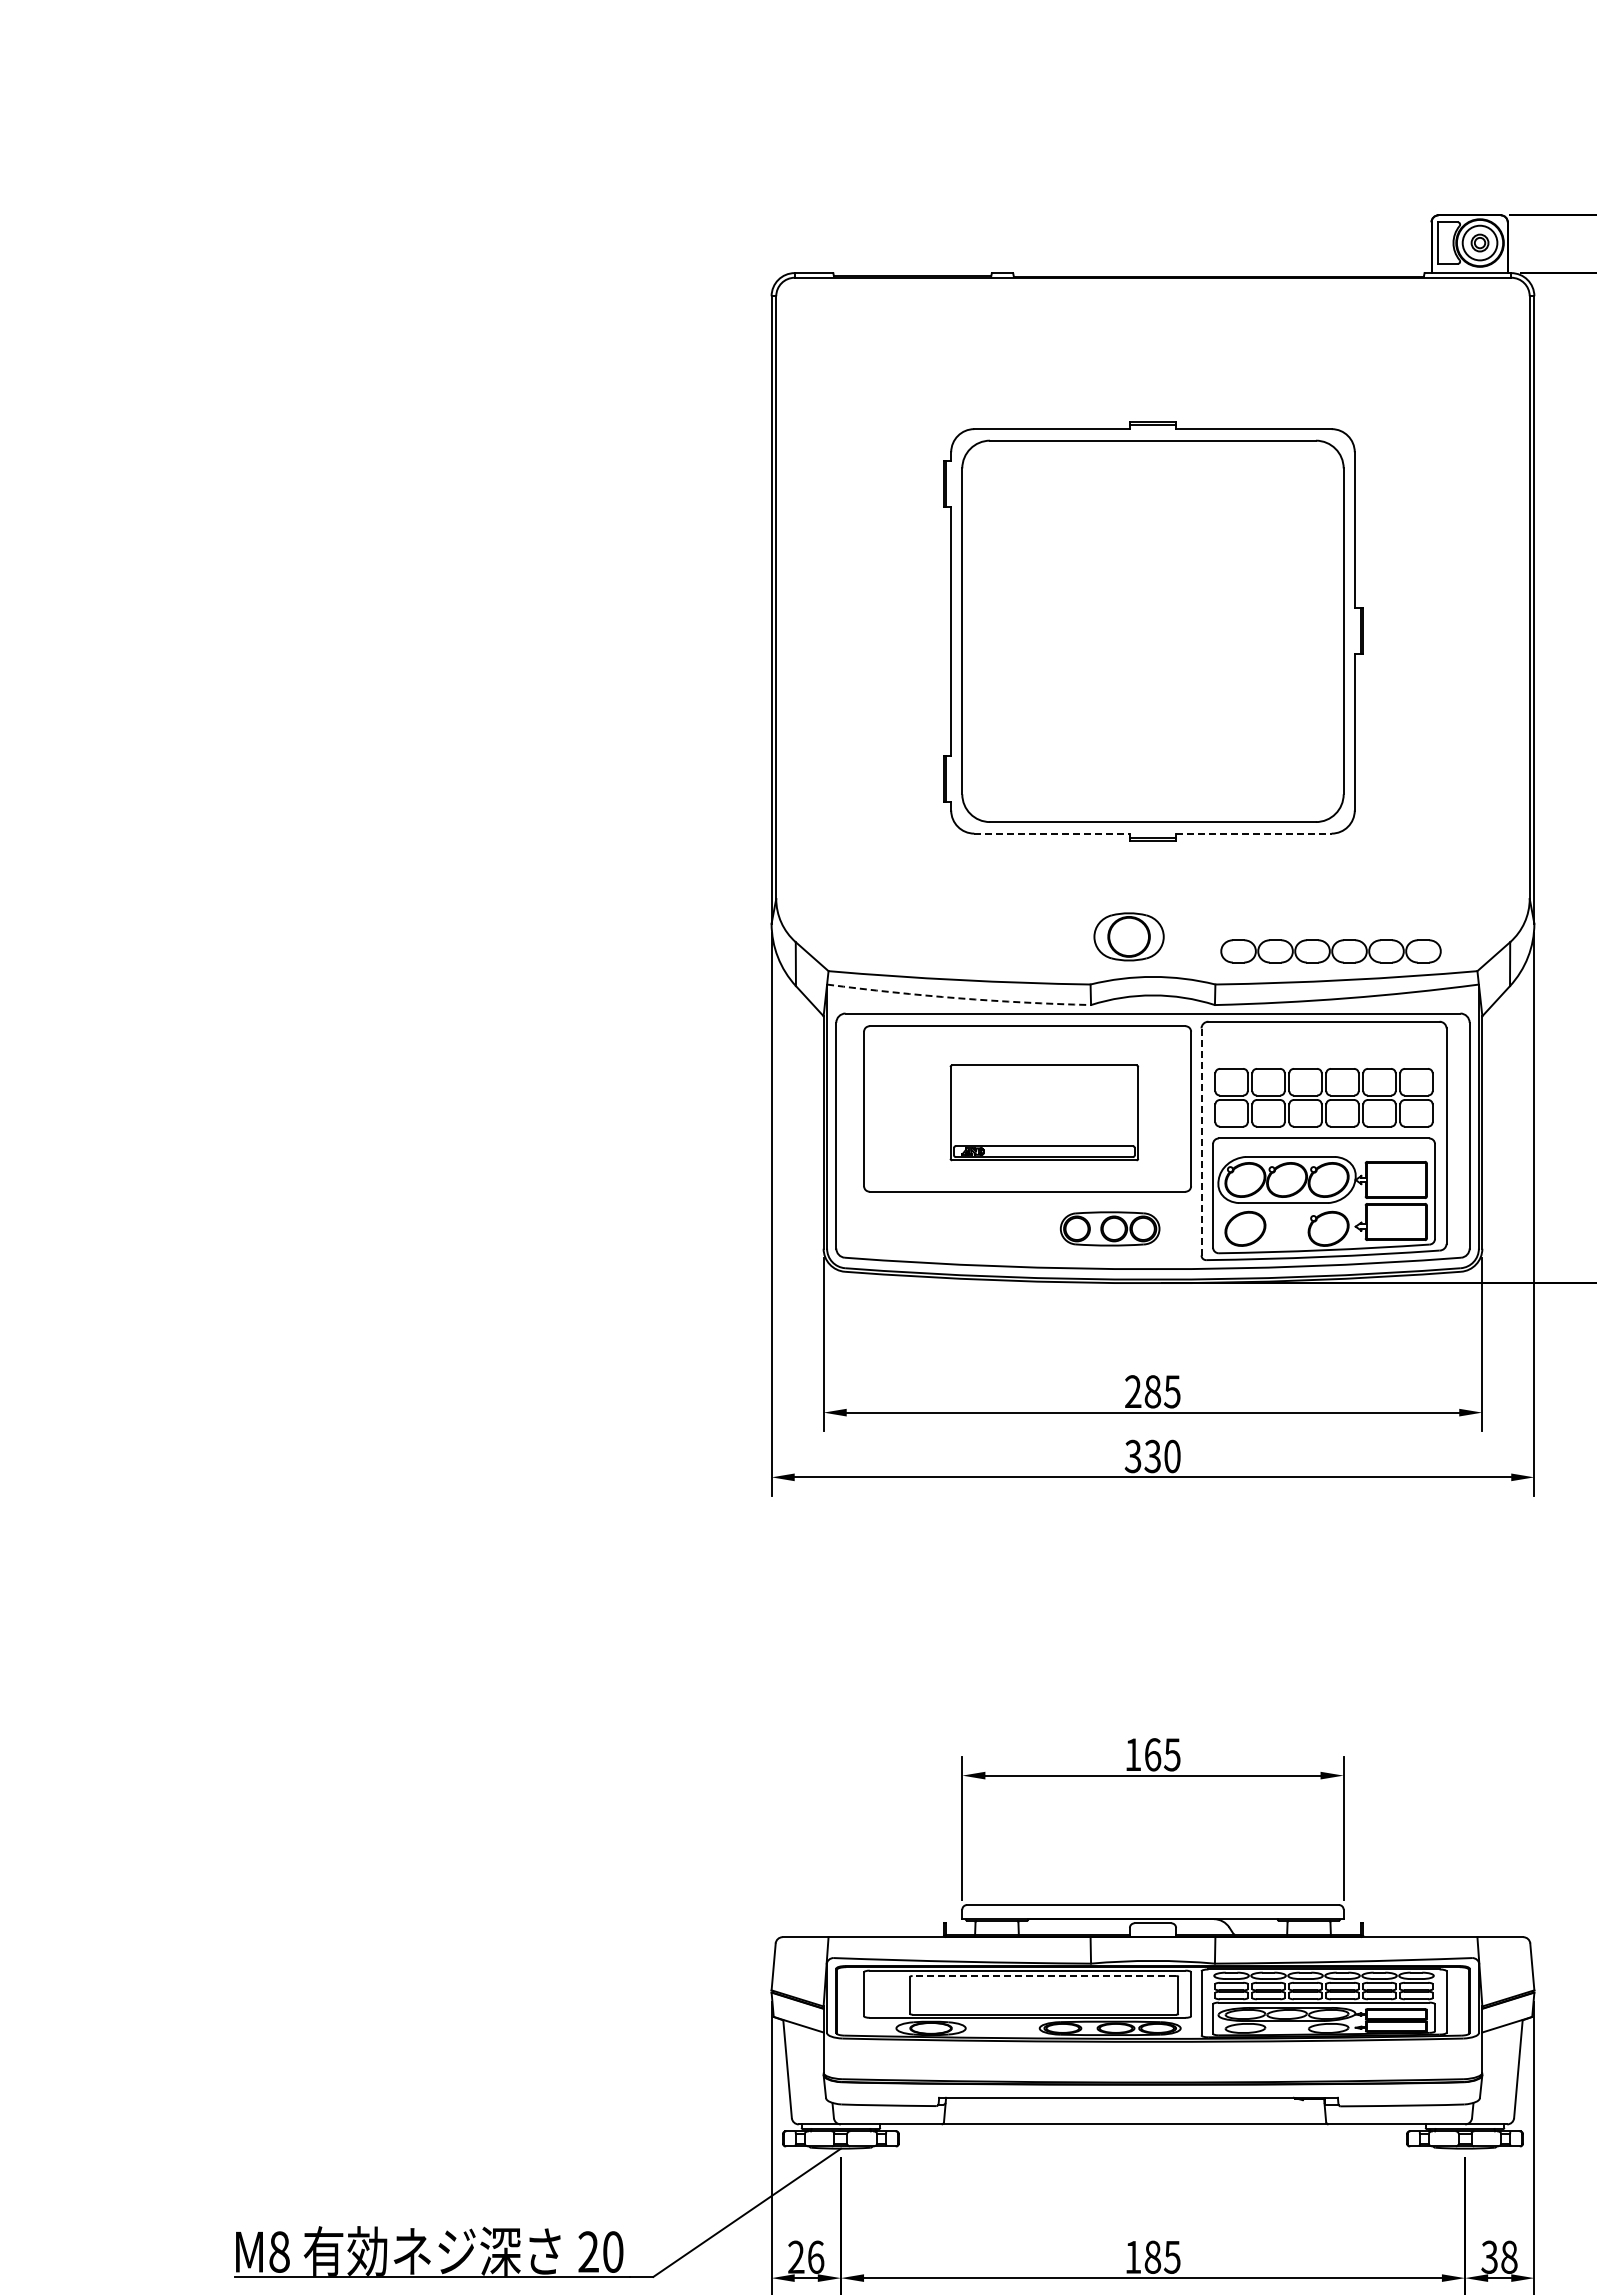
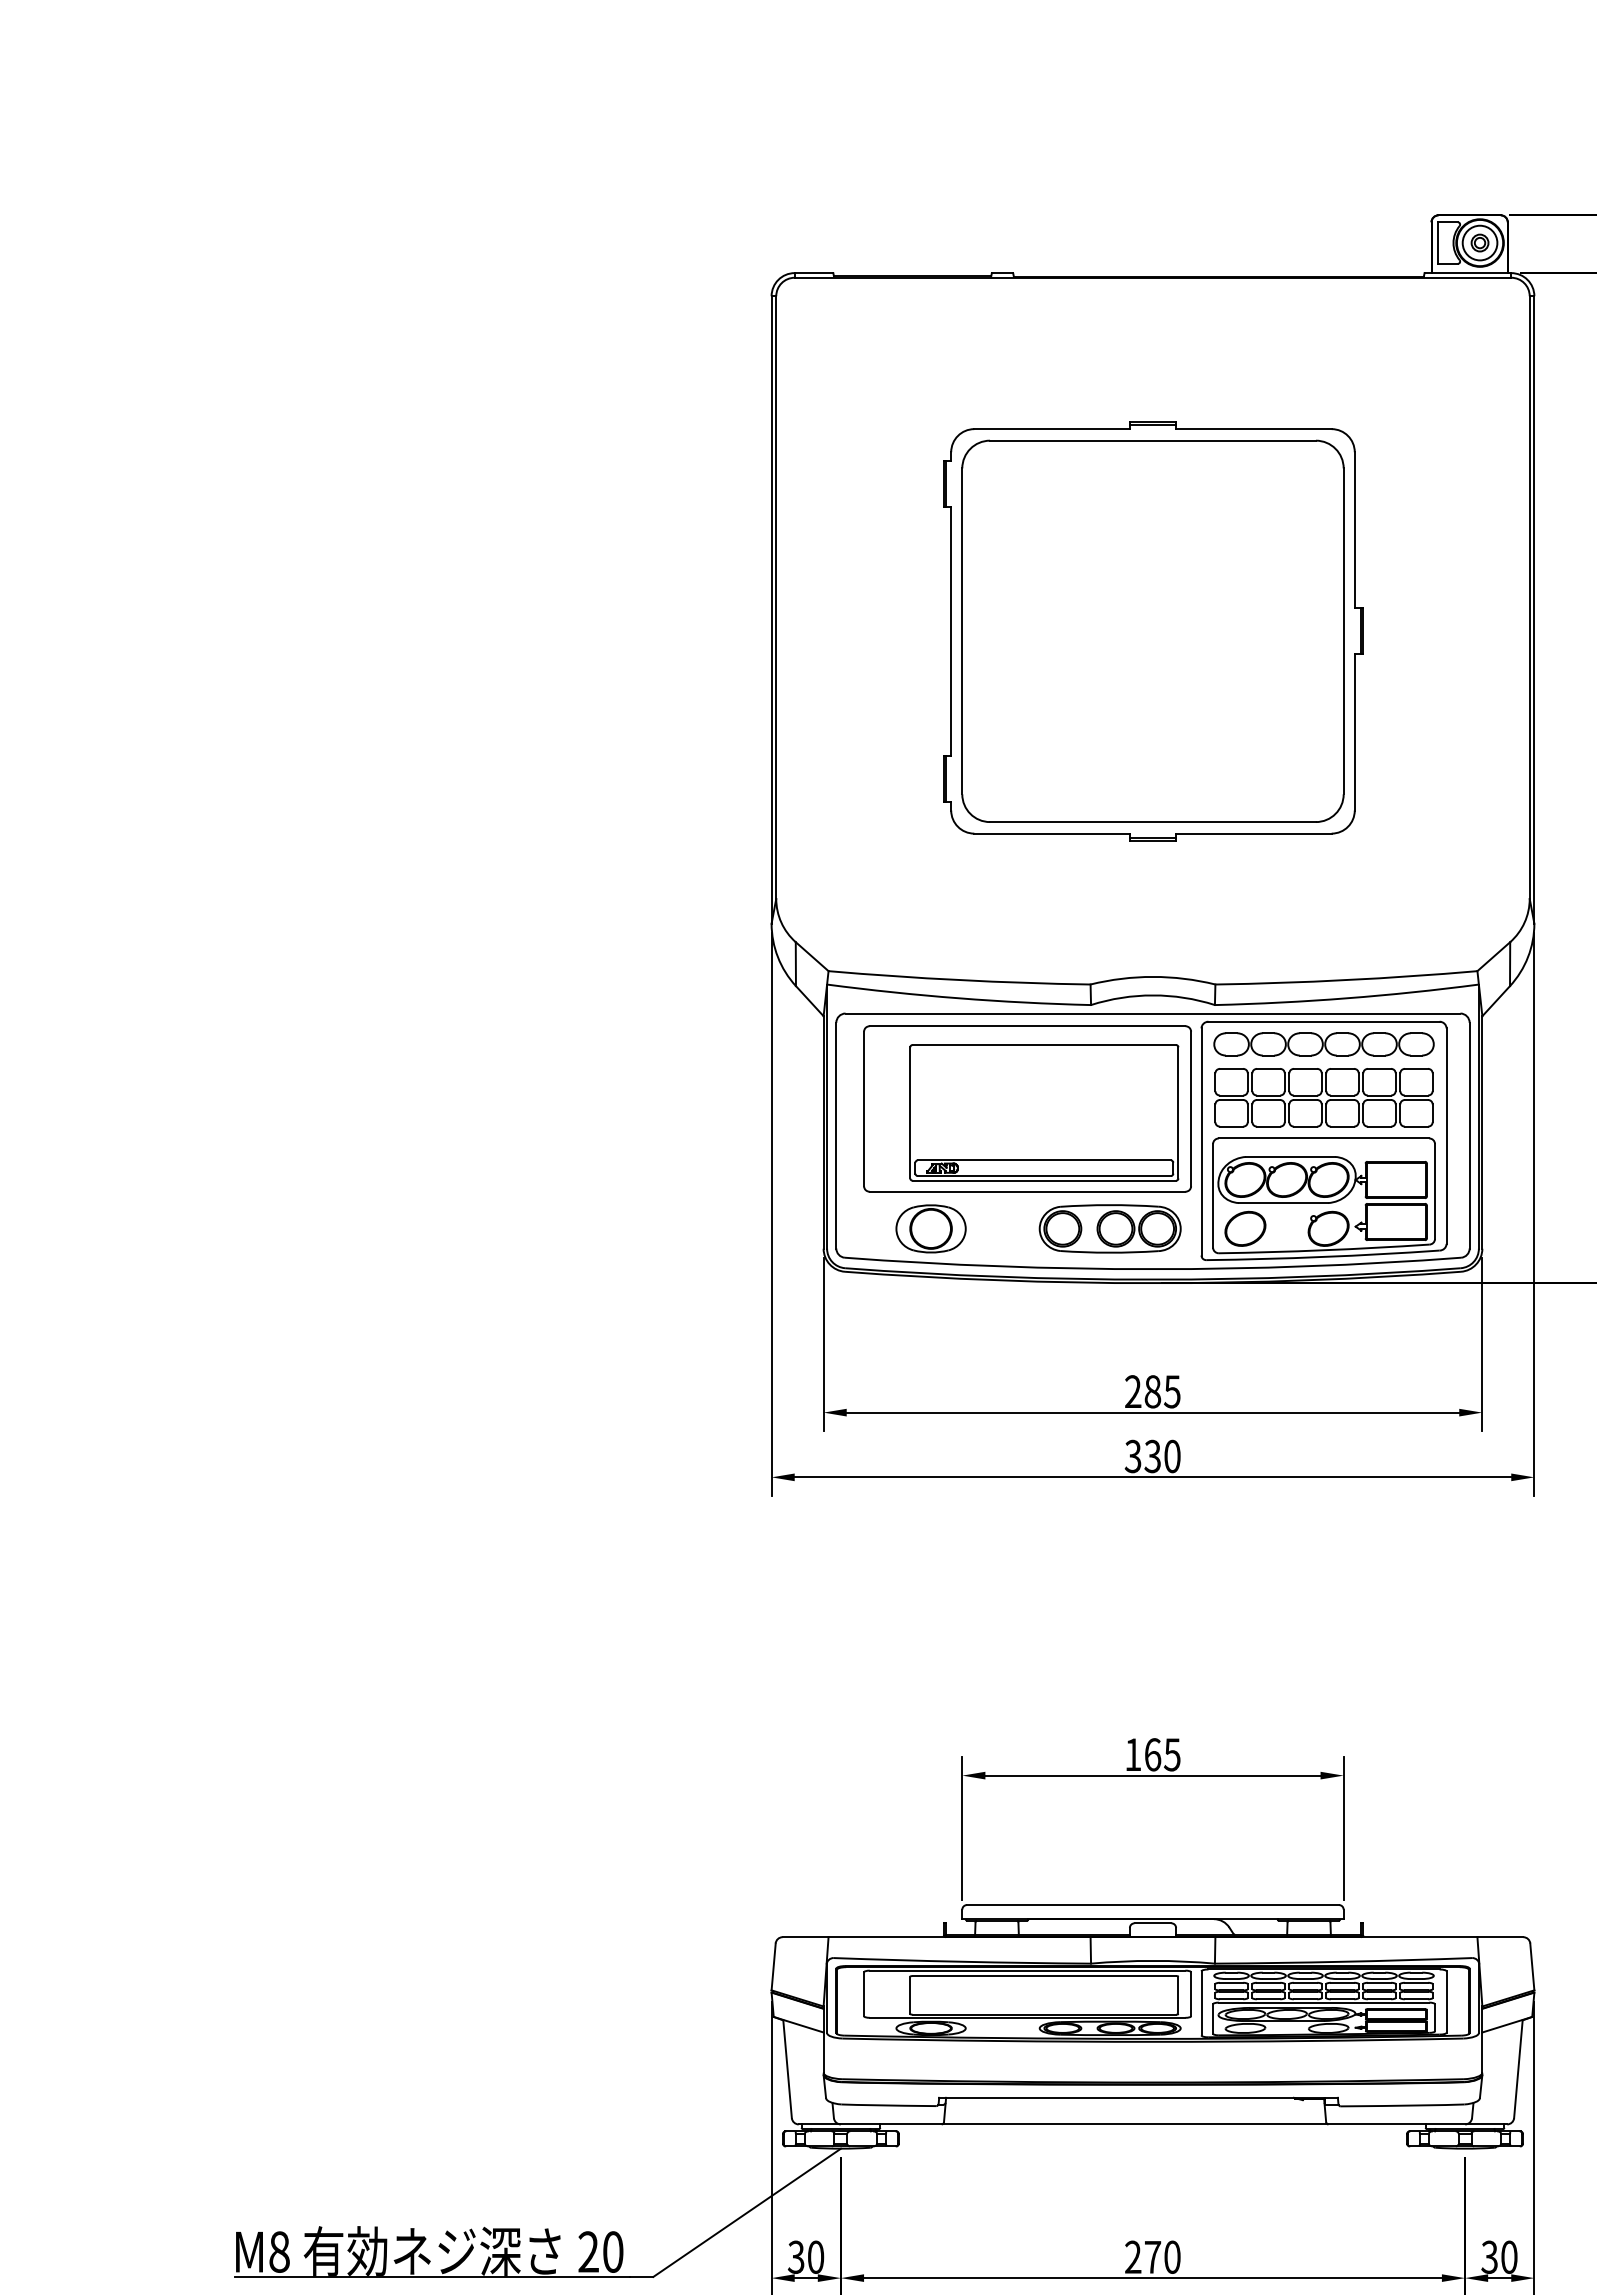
line at (1052, 833): dashed -> solid
line at (1253, 833): dashed -> solid
part at (1128, 936) position: (1128, 936) -> (930, 1228)
part at (1330, 951) position: (1330, 951) -> (1323, 1044)
arc at (958, 998): dashed -> solid
part at (1044, 1112) size: 191x98 px -> 271x138 px
line at (1201, 1141): dashed -> solid
part at (1109, 1228) size: 102x36 px -> 144x50 px
line at (1044, 1976): dashed -> solid
text at (805, 2256): 26 -> 30
text at (1152, 2256): 185 -> 270
text at (1509, 2256): 38 -> 30
